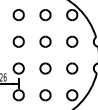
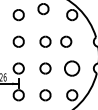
part at (45, 15) position: (45, 15) -> (43, 9)
part at (72, 41) position: (72, 41) -> (66, 41)
part at (72, 68) size: 13x13 px -> 17x17 px
